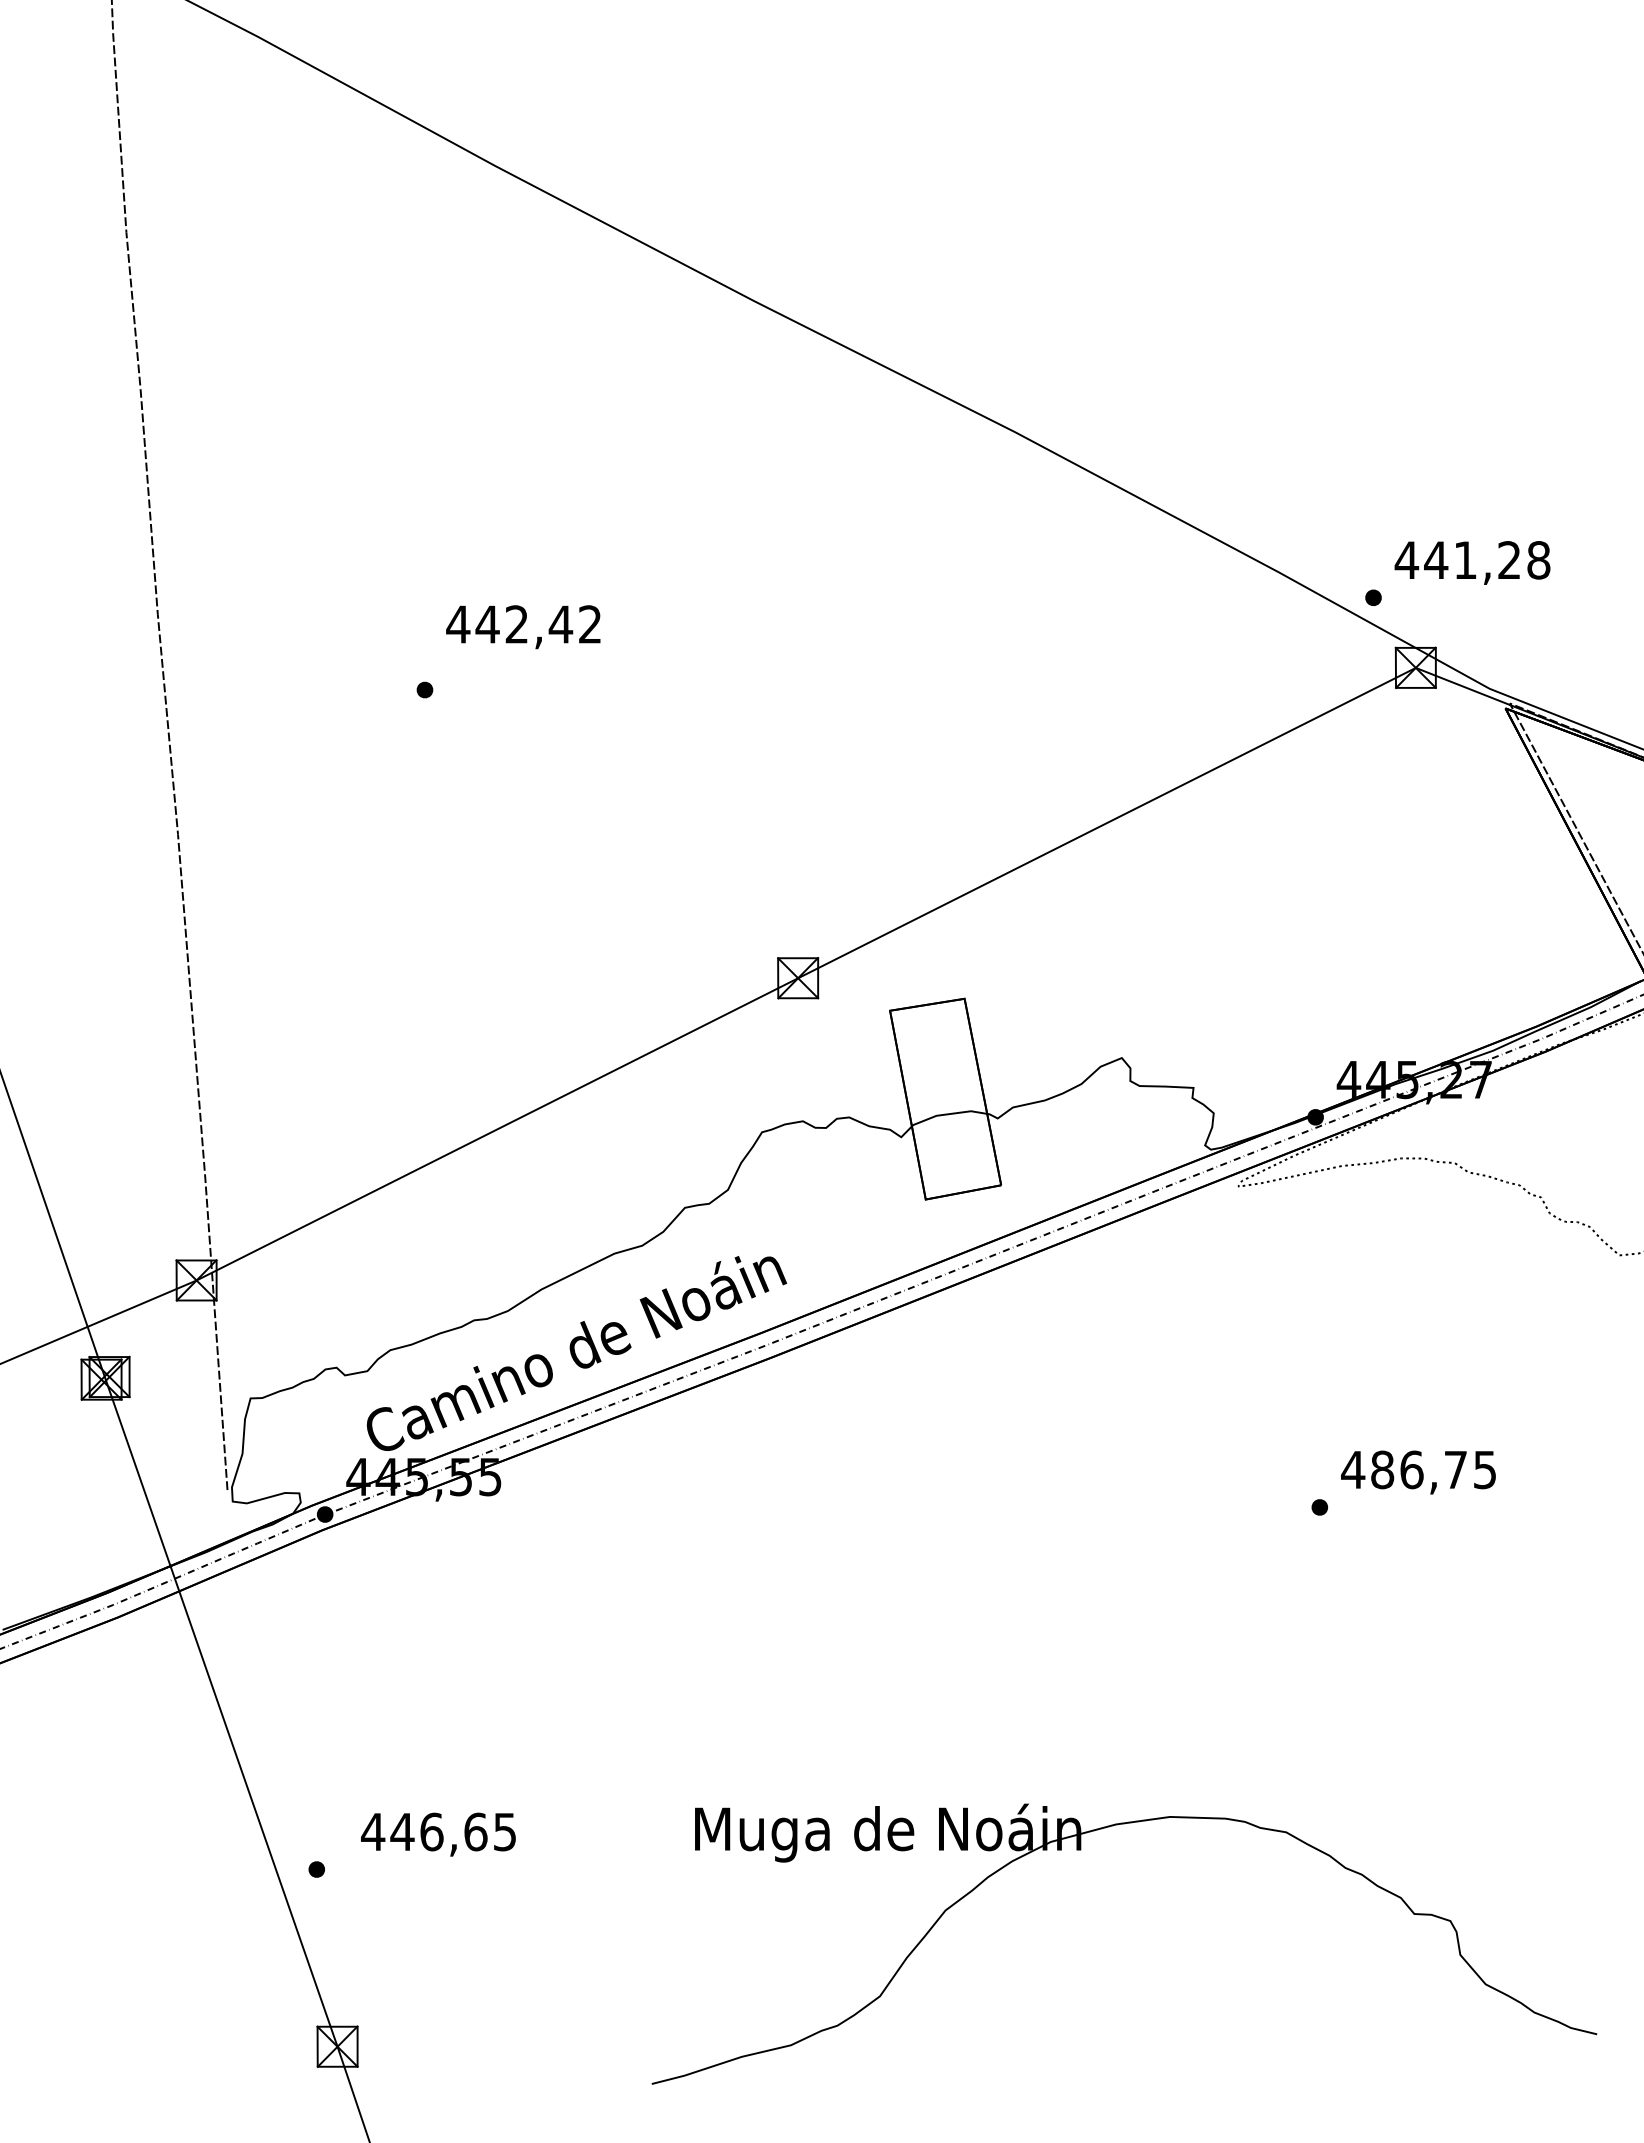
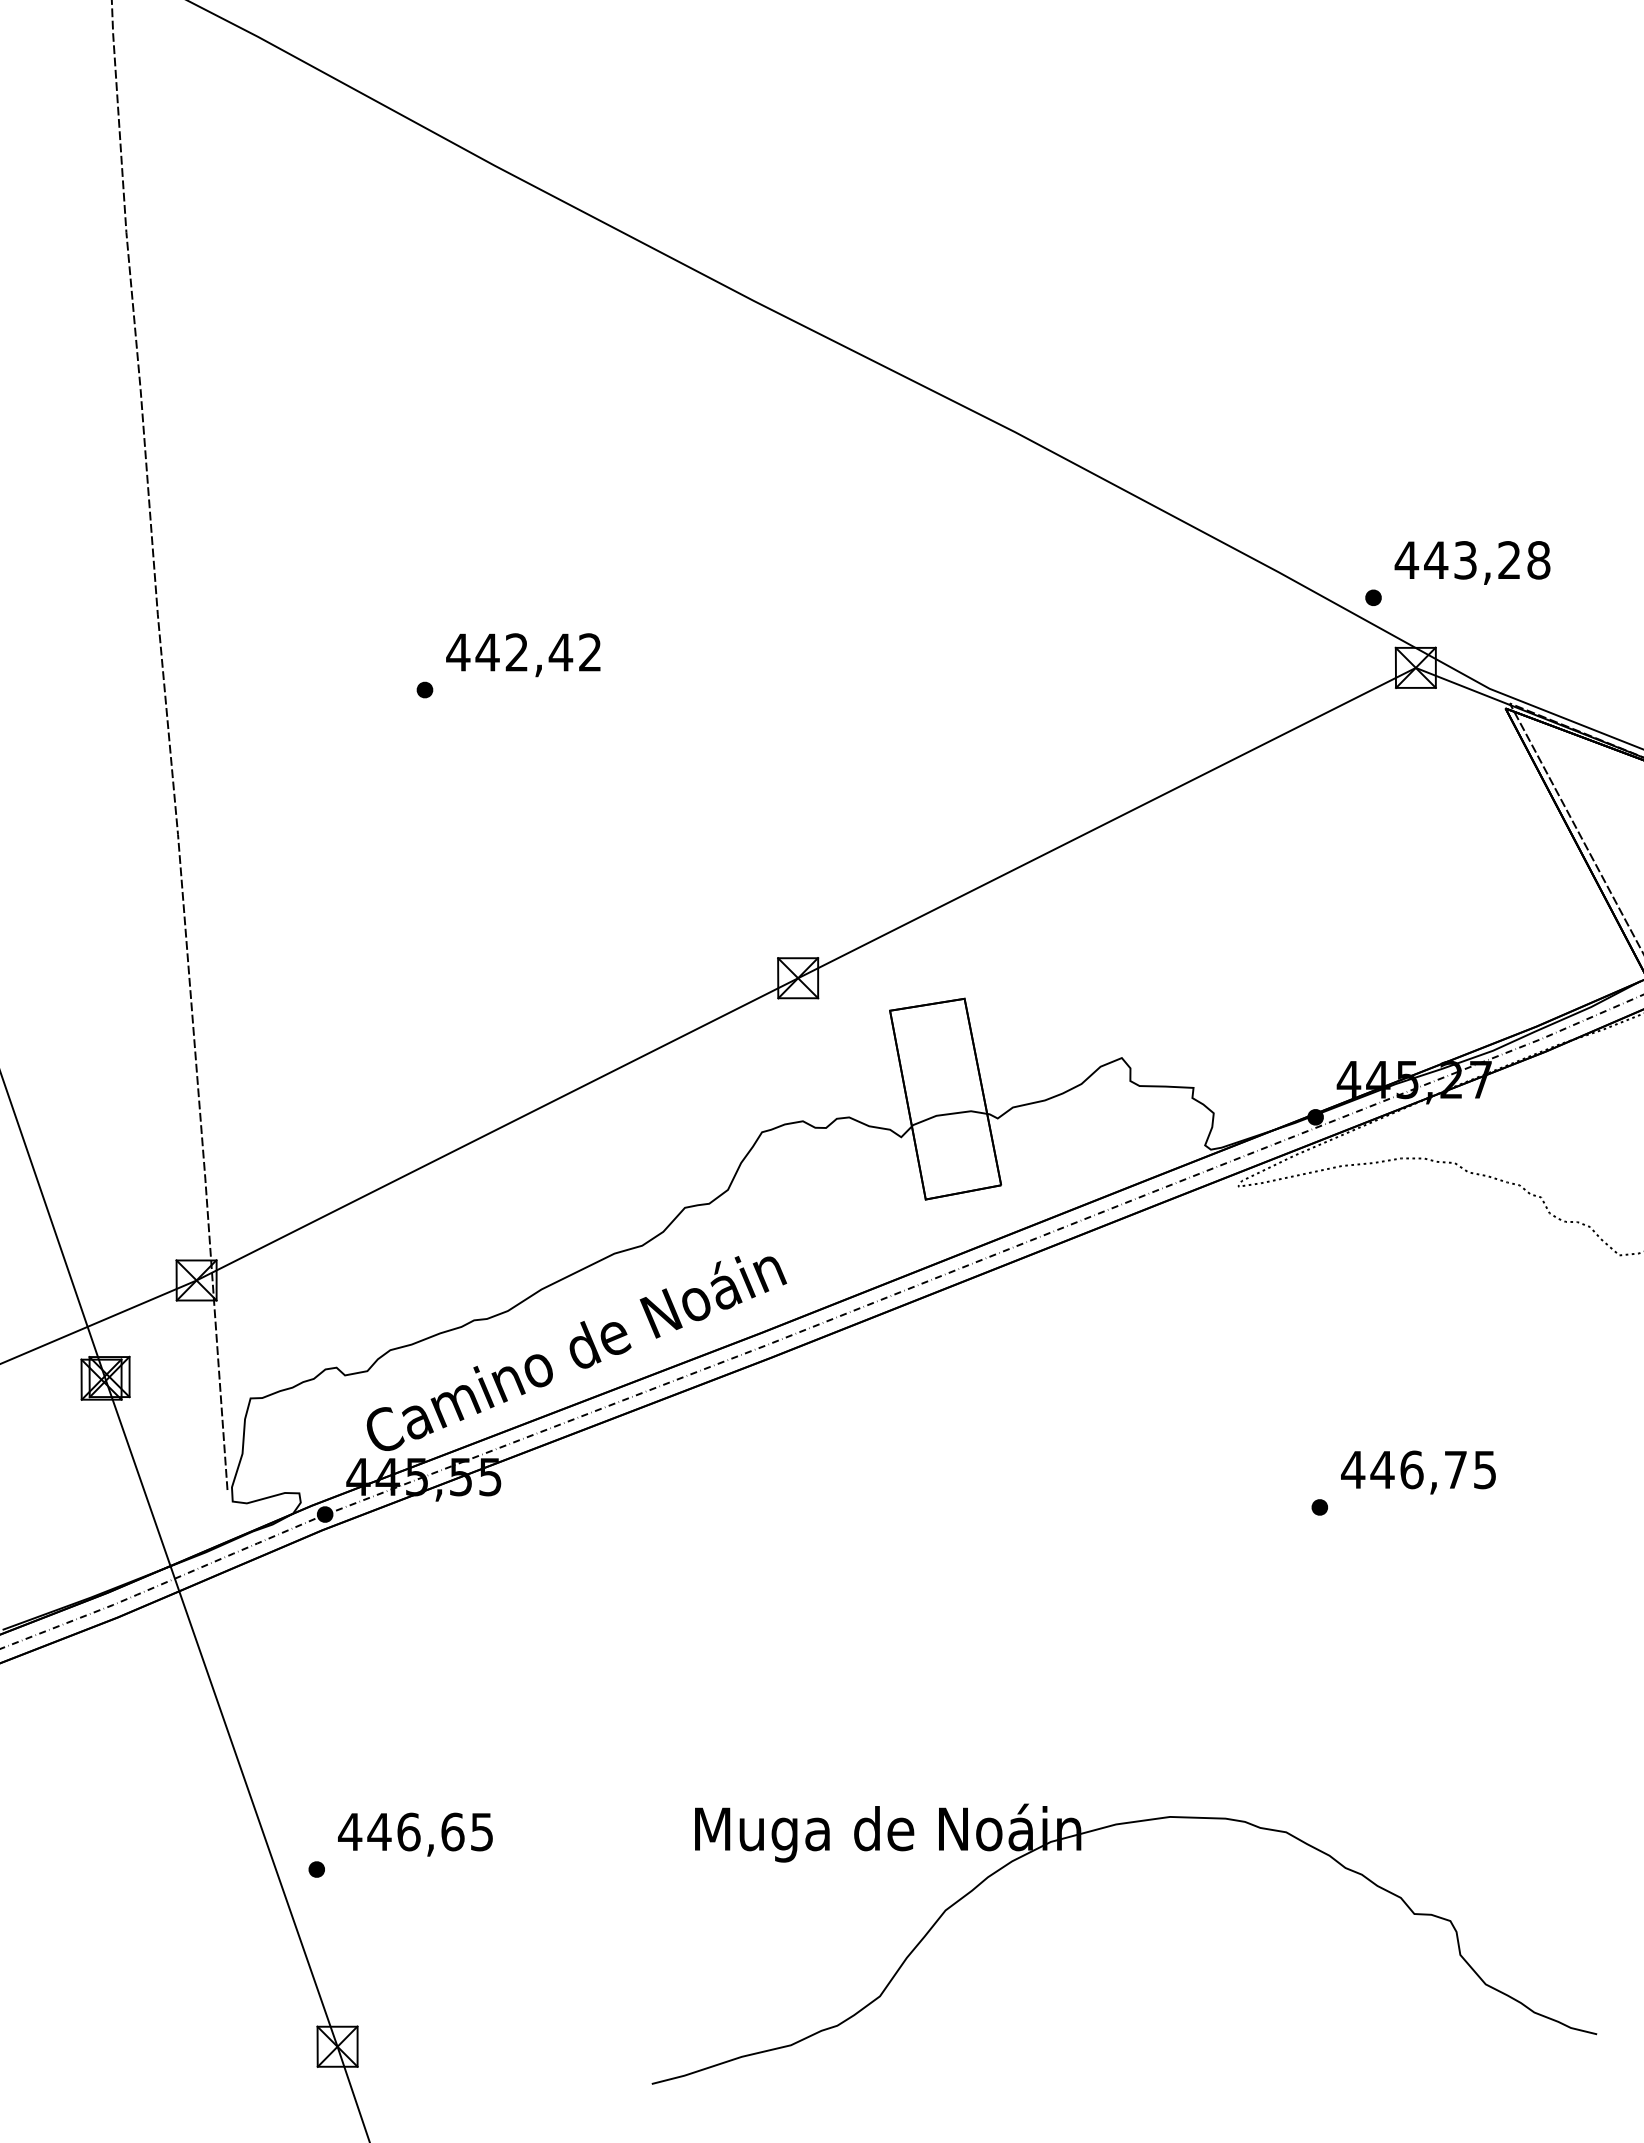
text at (1465, 560): 441,28 -> 443,28
text at (523, 627) position: (523, 627) -> (523, 655)
text at (1382, 1469): 486,75 -> 446,75
text at (438, 1834) position: (438, 1834) -> (415, 1834)
